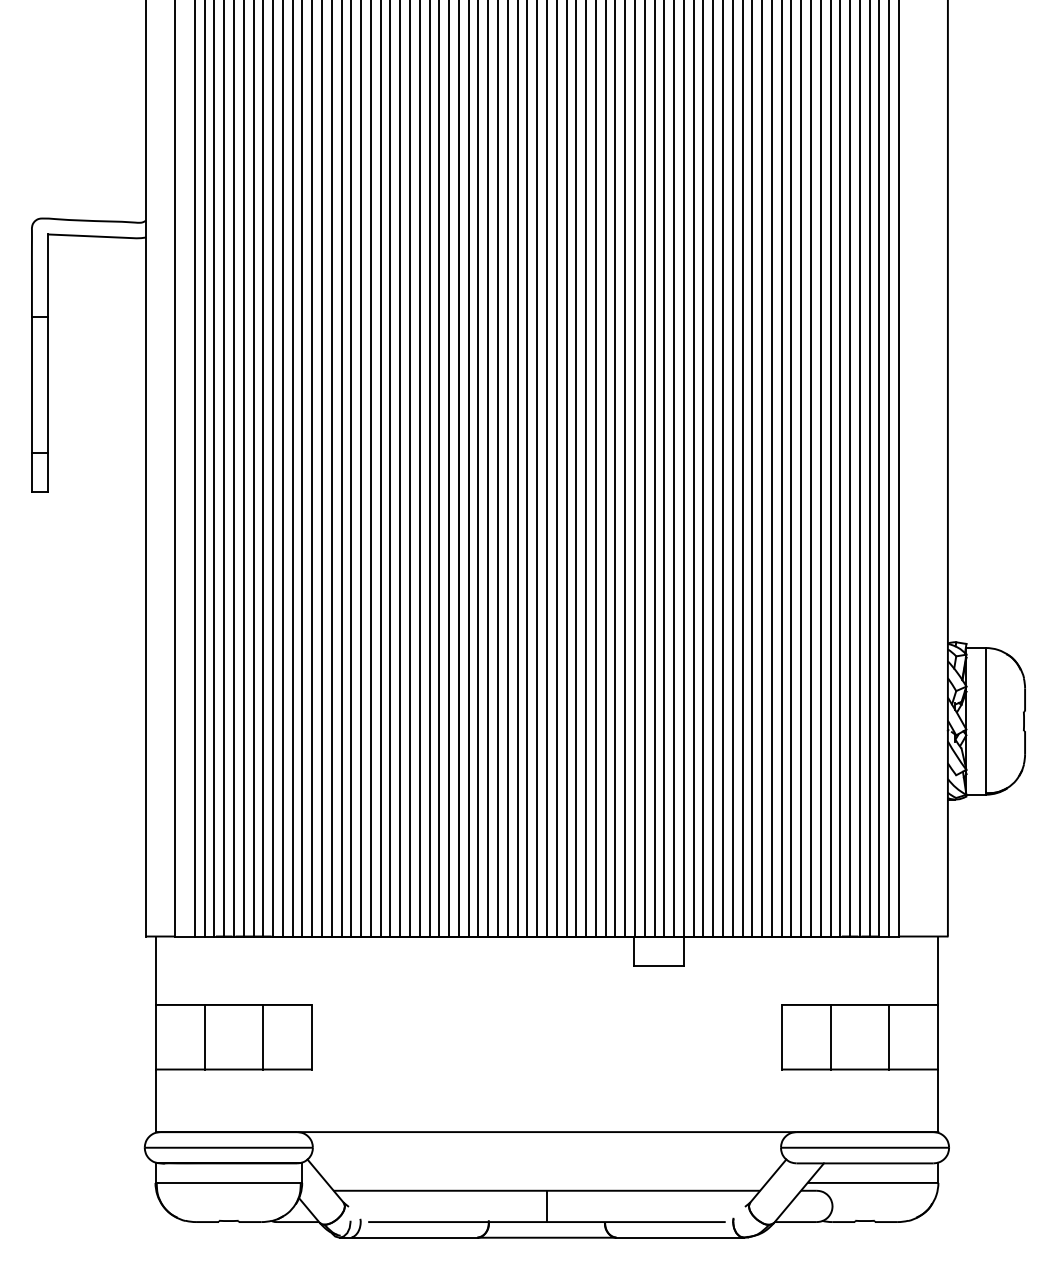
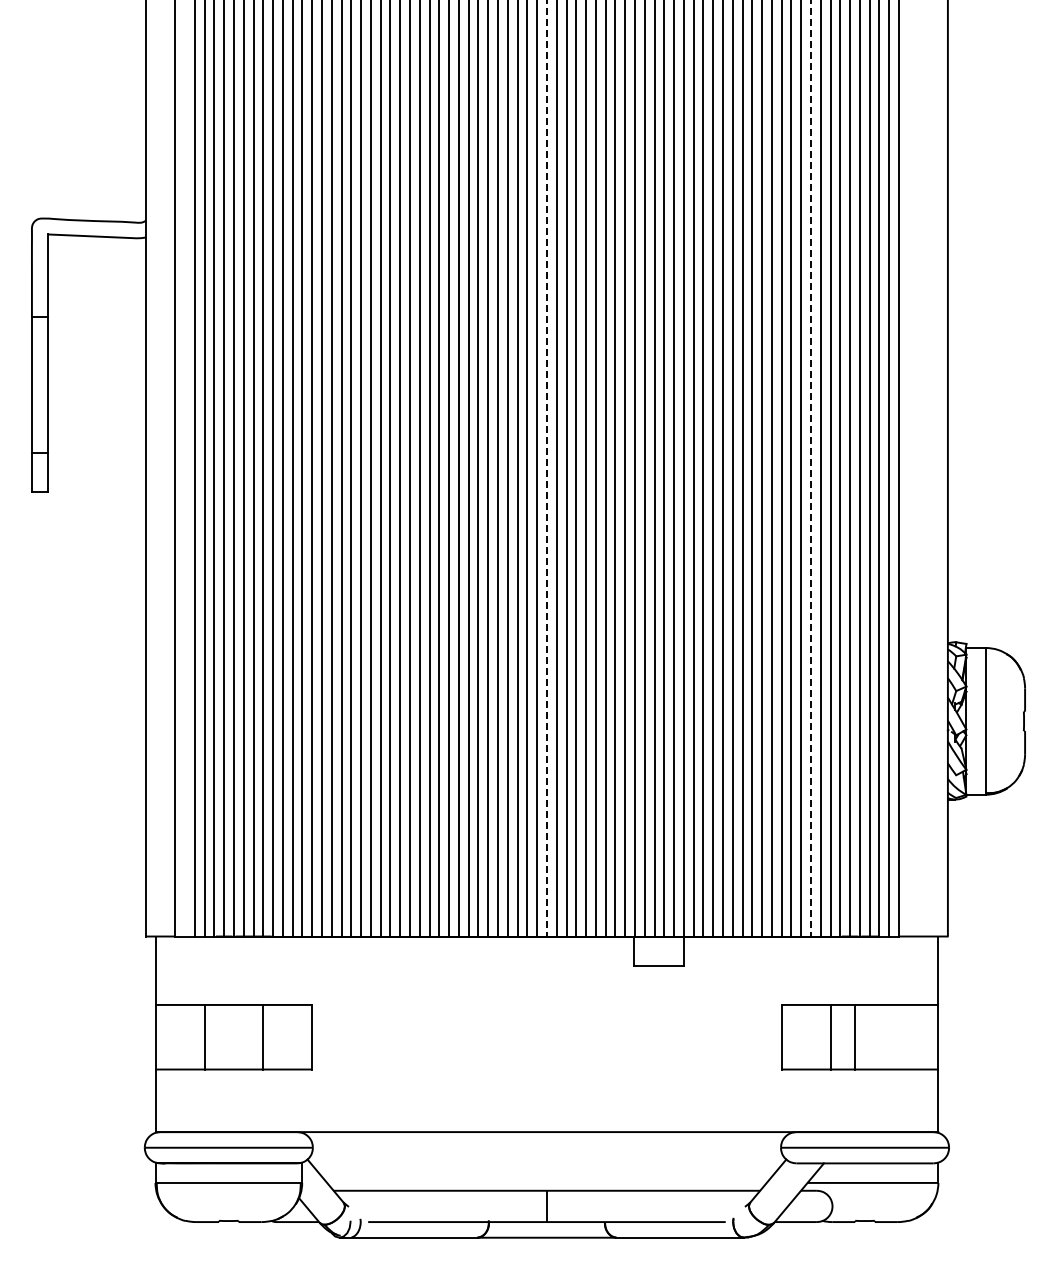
line at (546, 468): solid -> dashed
line at (810, 468): solid -> dashed
line at (888, 1036) position: (888, 1036) -> (854, 1036)
